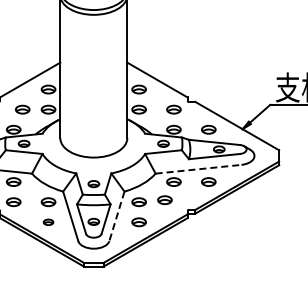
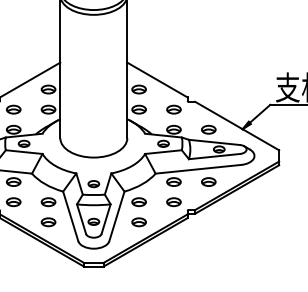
part at (22, 109) position: (22, 109) -> (13, 109)
line at (199, 169): dashed -> solid
part at (164, 200) position: (164, 200) -> (173, 202)
line at (116, 216): dashed -> solid
part at (48, 221) size: 13x8 px -> 17x11 px
